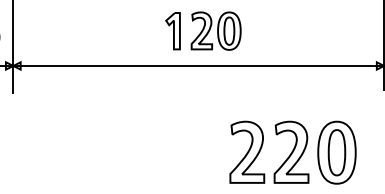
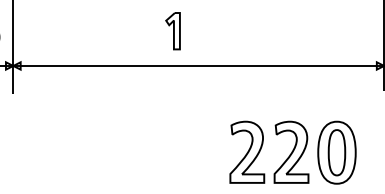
part at (215, 30): present -> none
